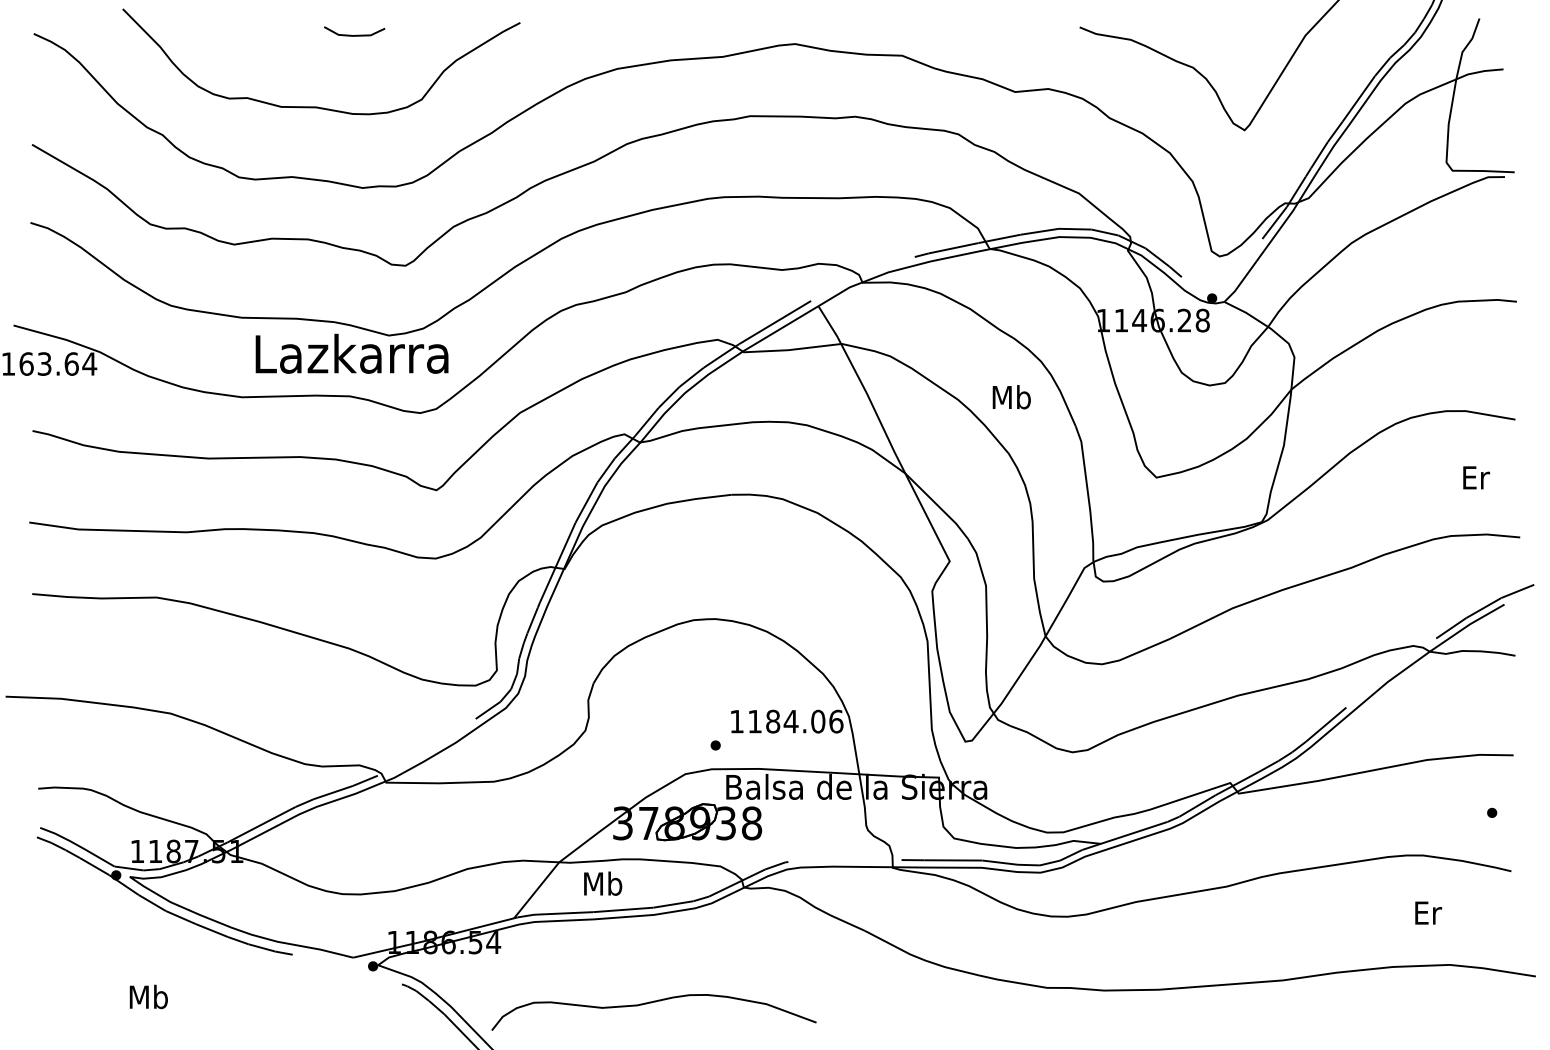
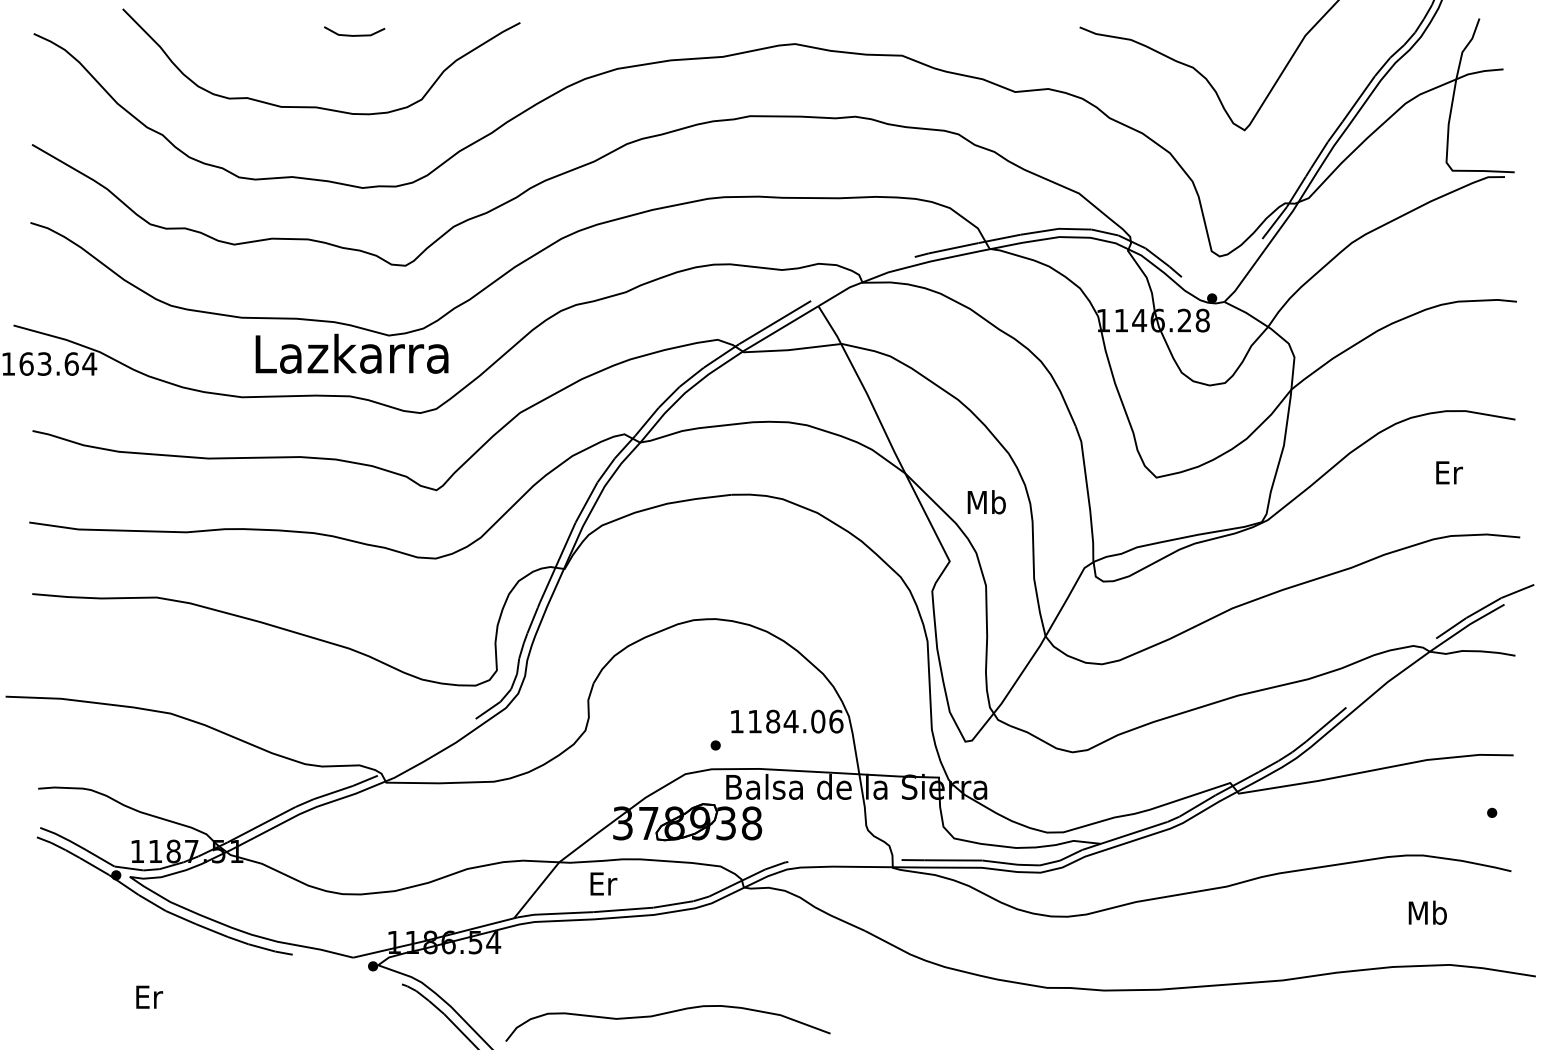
text at (1011, 397) position: (1011, 397) -> (986, 502)
text at (1476, 477) position: (1476, 477) -> (1449, 472)
text at (603, 883): Mb -> Er
text at (1427, 912): Er -> Mb
text at (148, 996): Mb -> Er
curve at (651, 1003) position: (651, 1003) -> (665, 1014)
